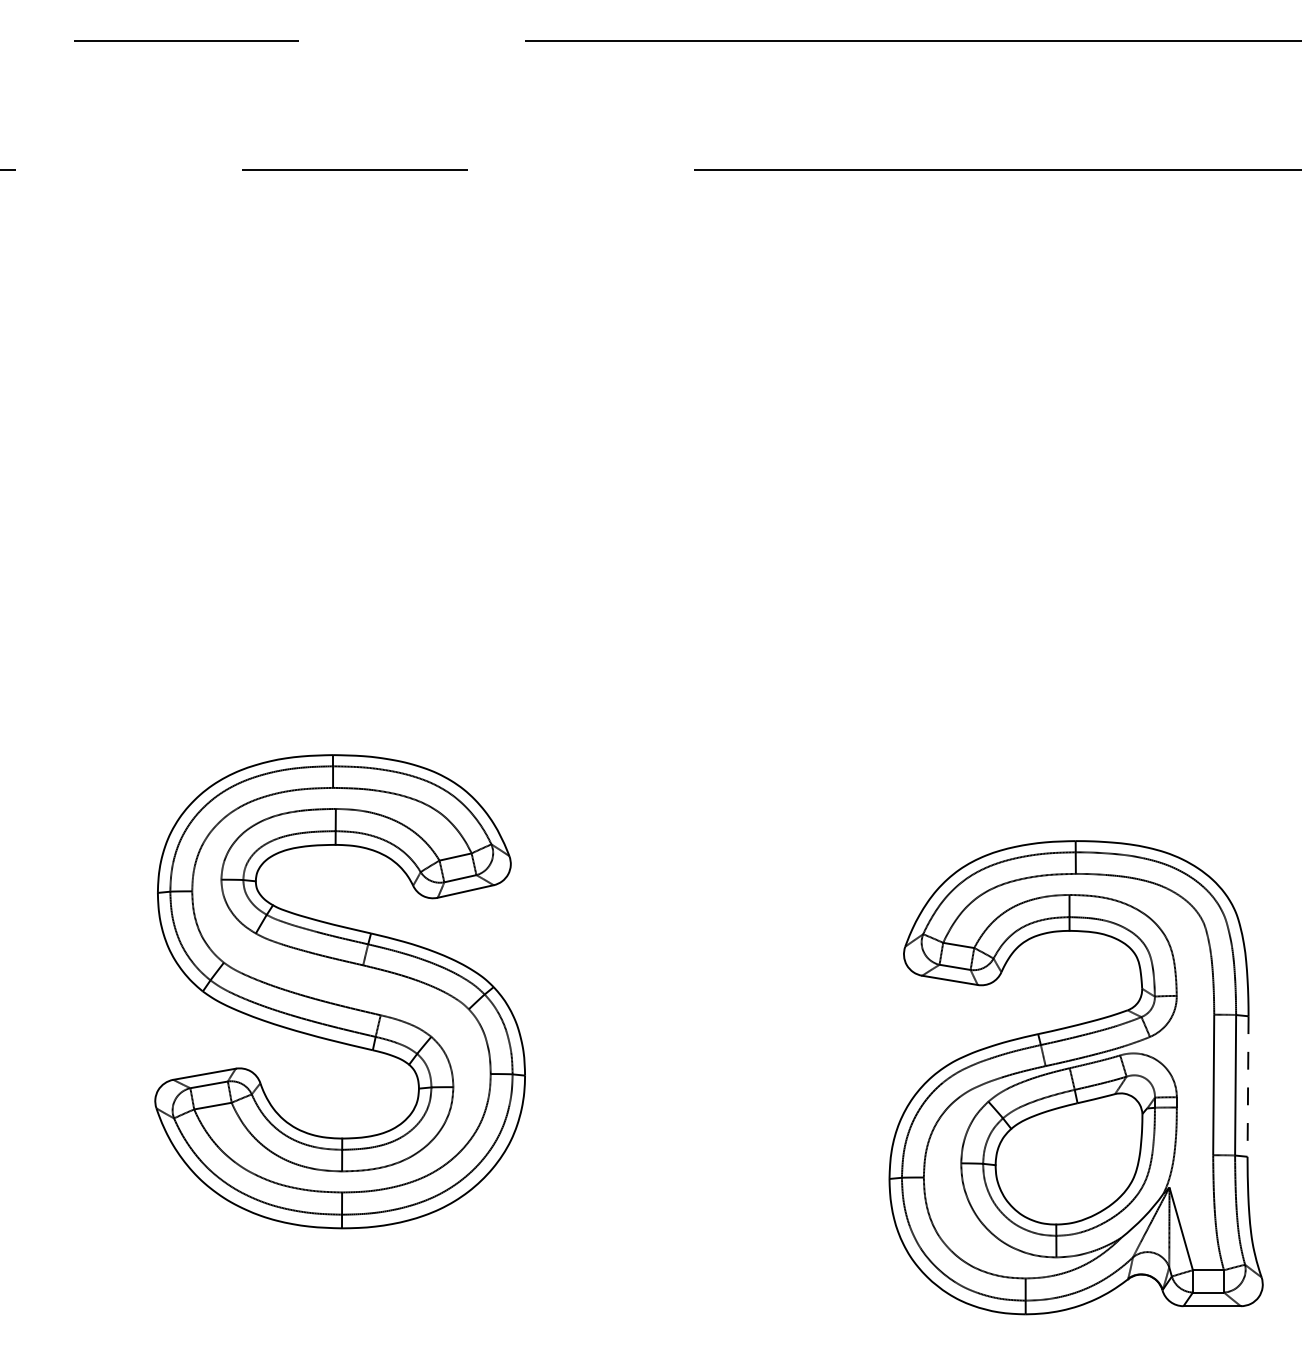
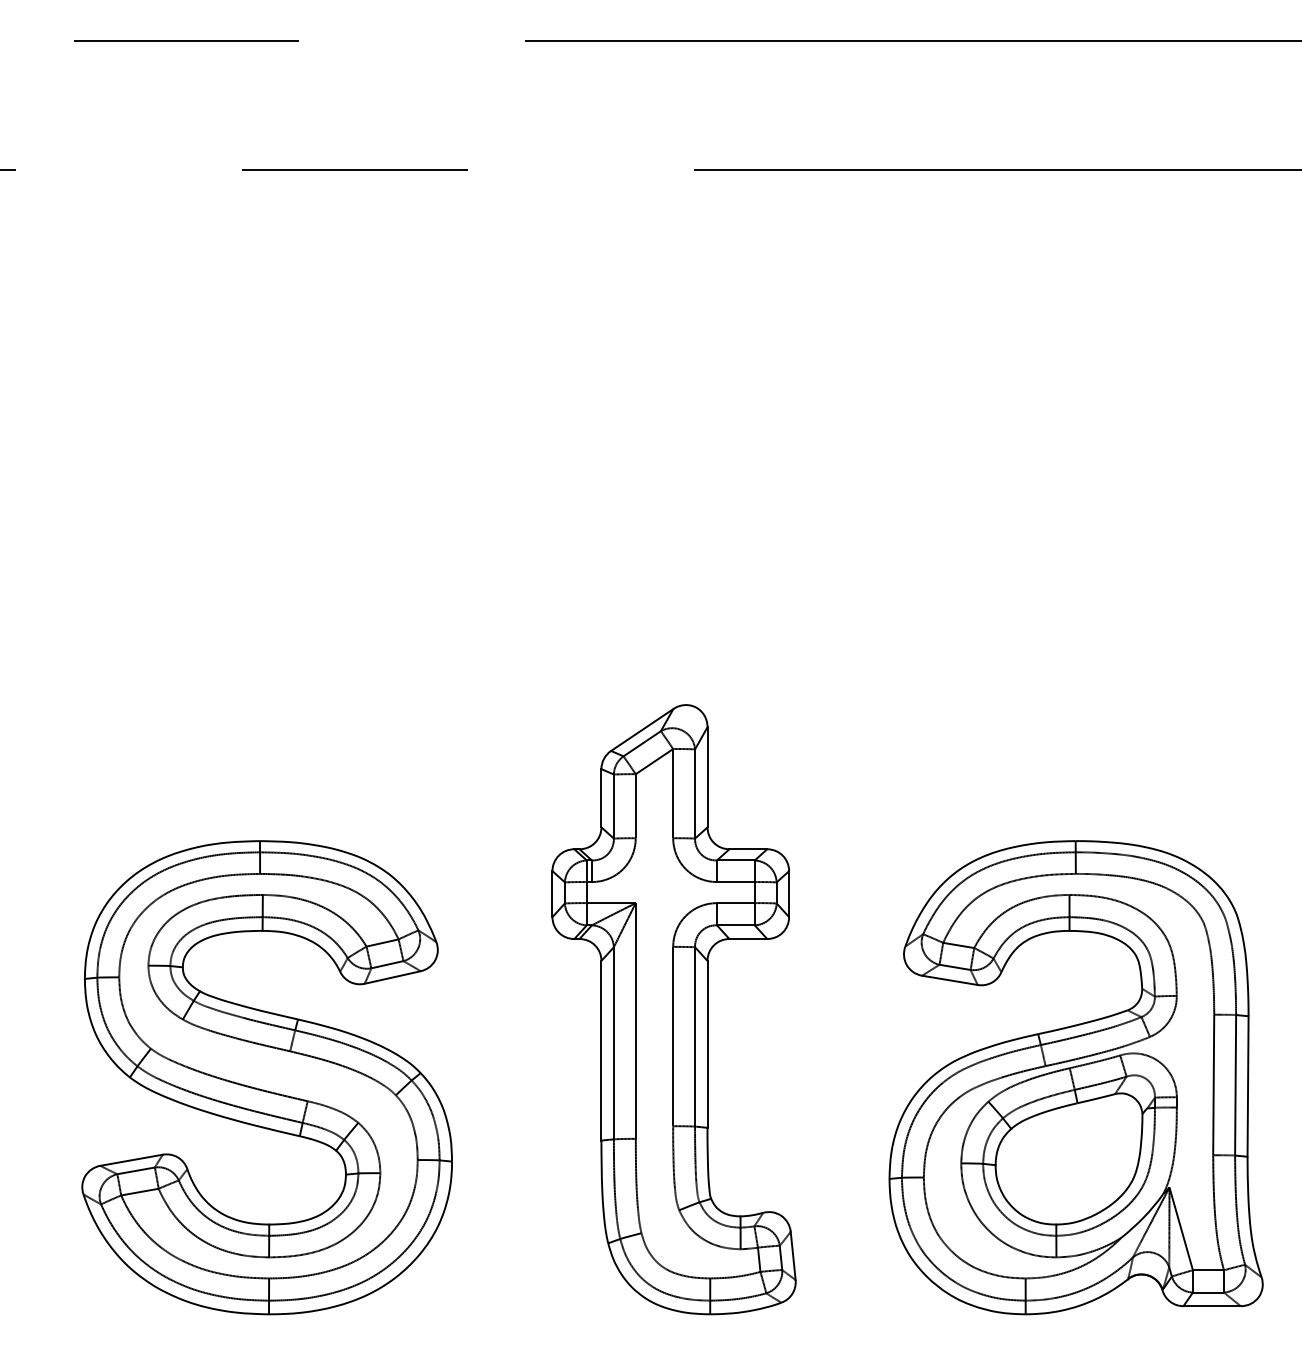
part at (339, 991) position: (339, 991) -> (266, 1077)
part at (673, 1009): none -> present
line at (1248, 1087): dashed -> solid
